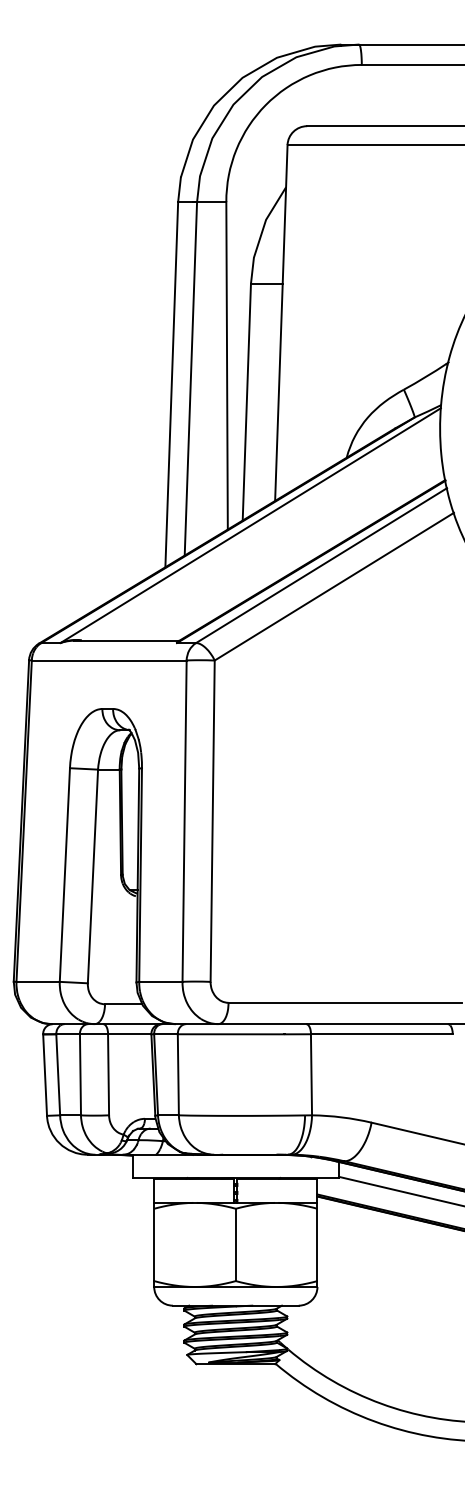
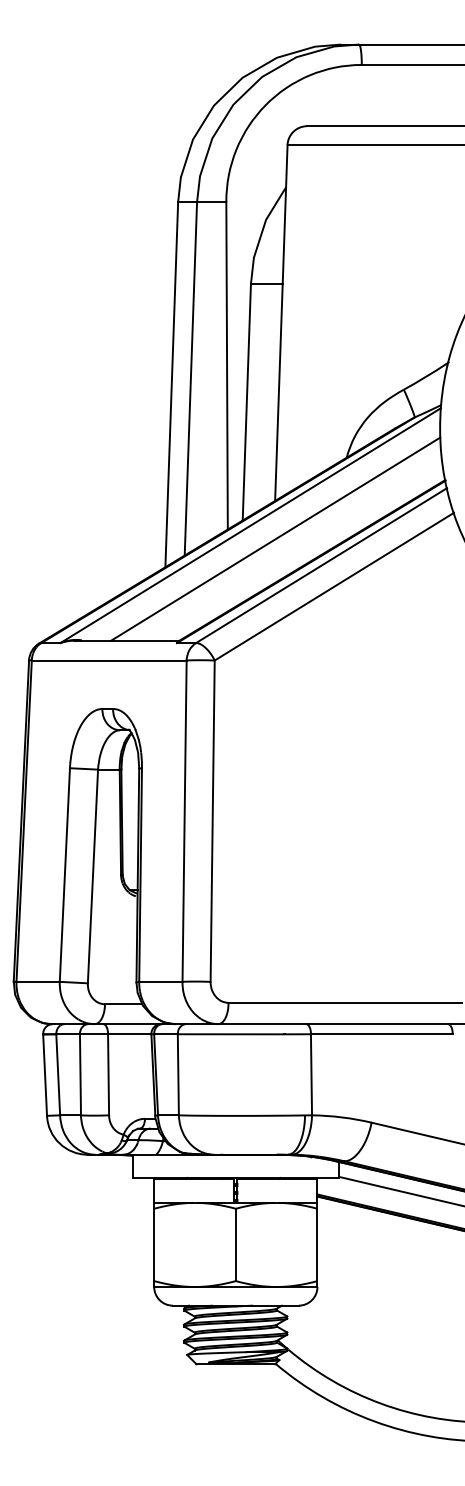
line at (275, 538): none -> present
